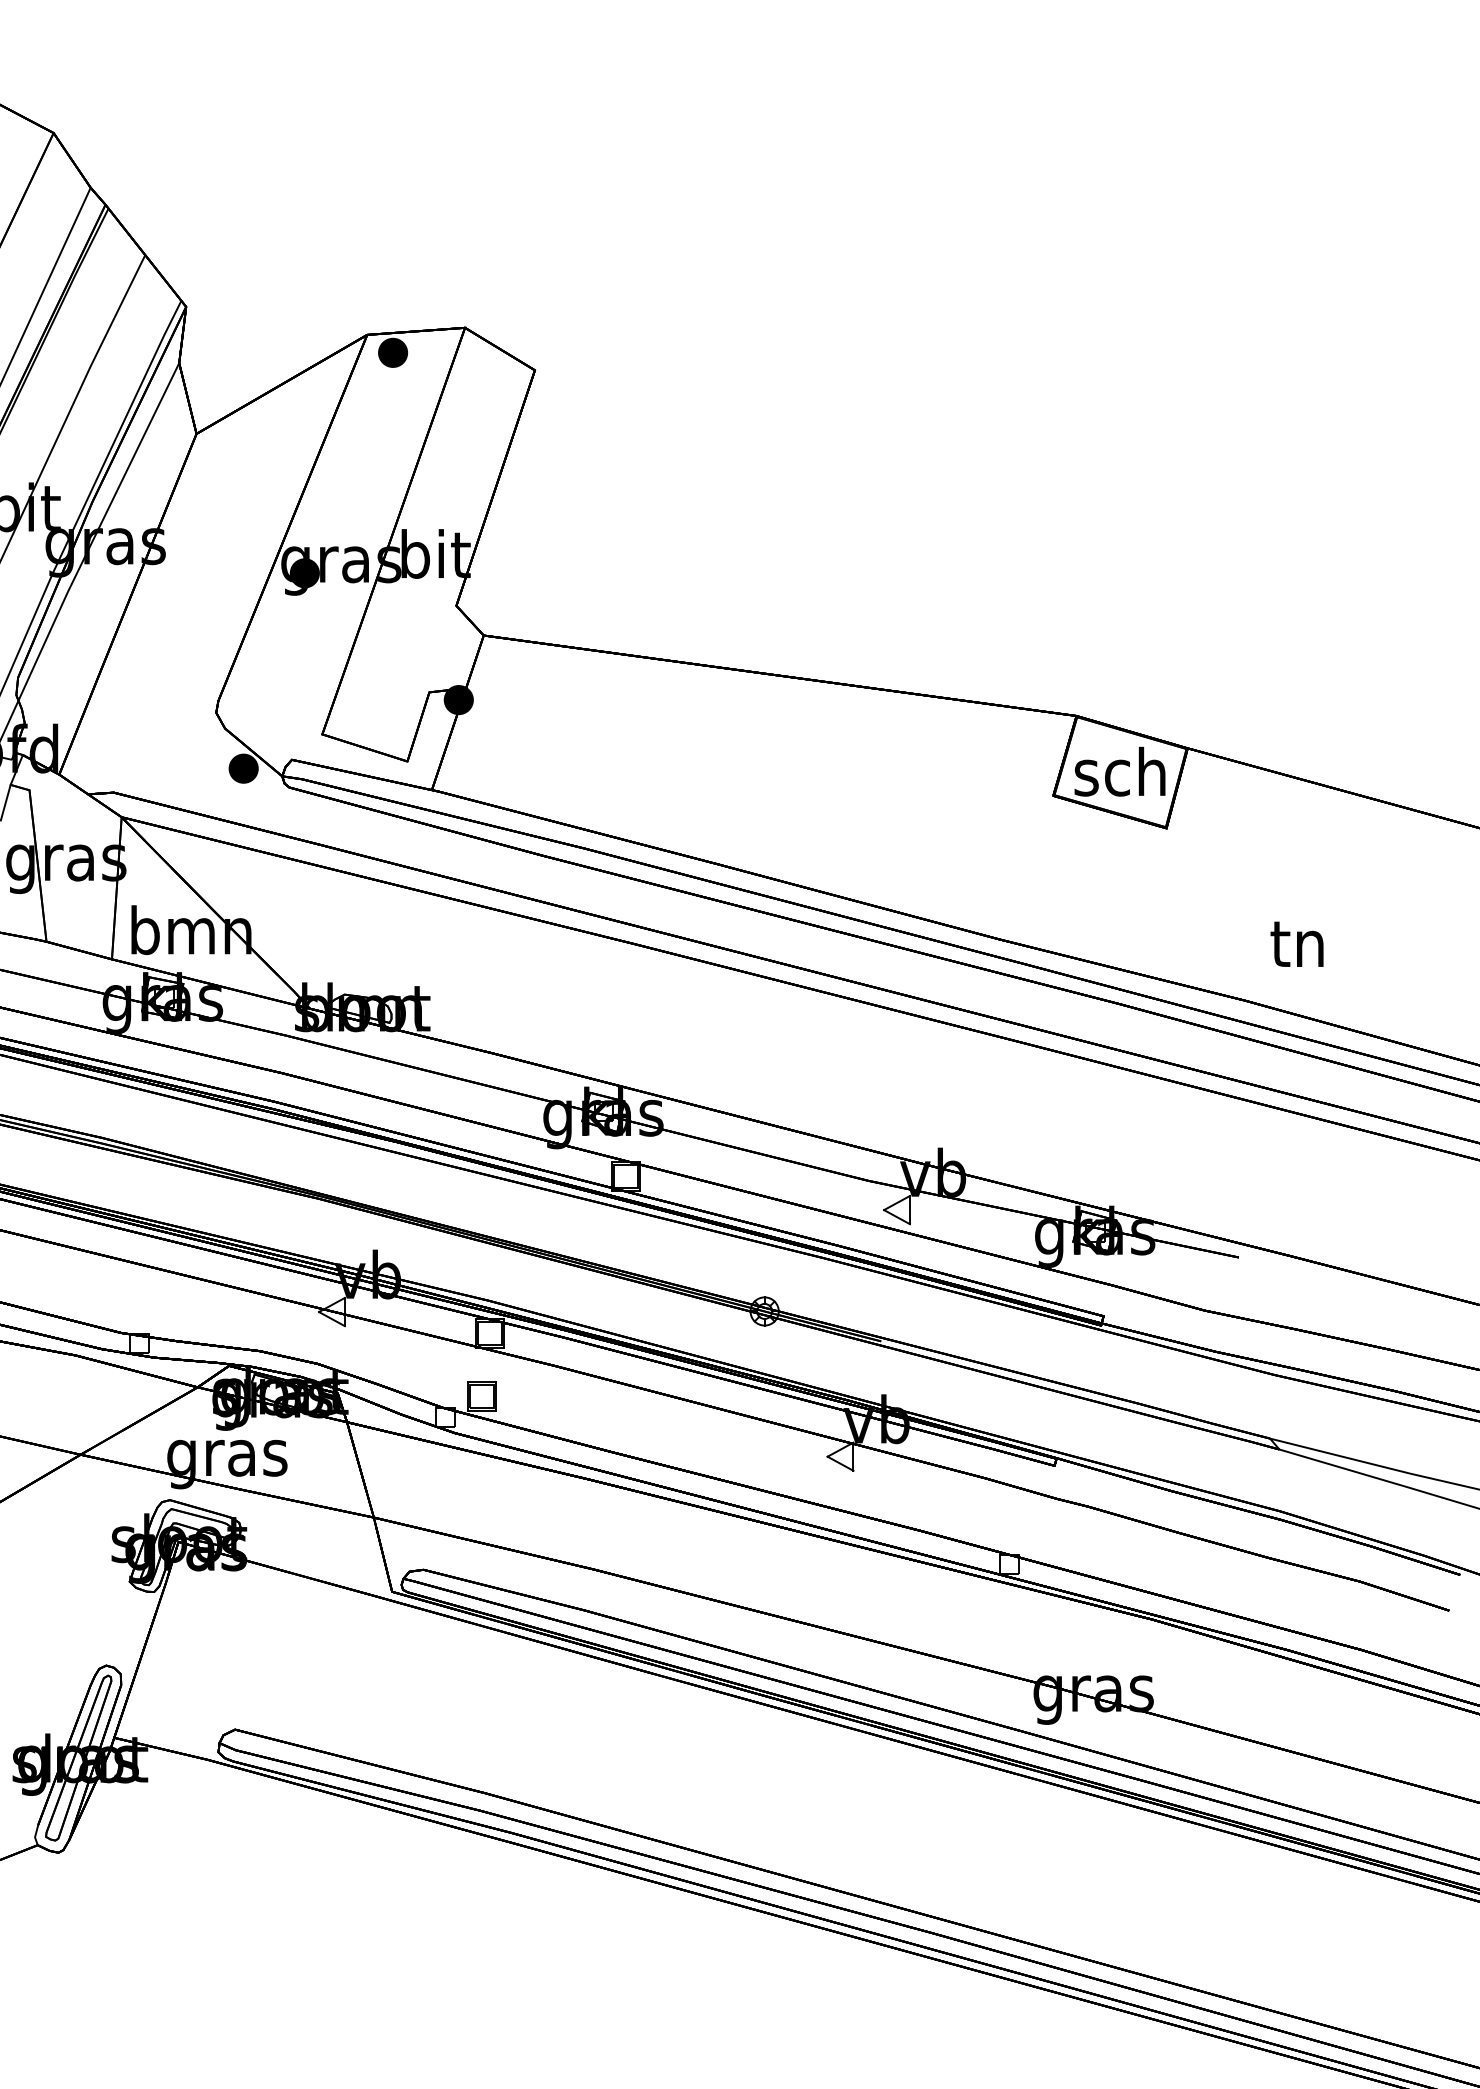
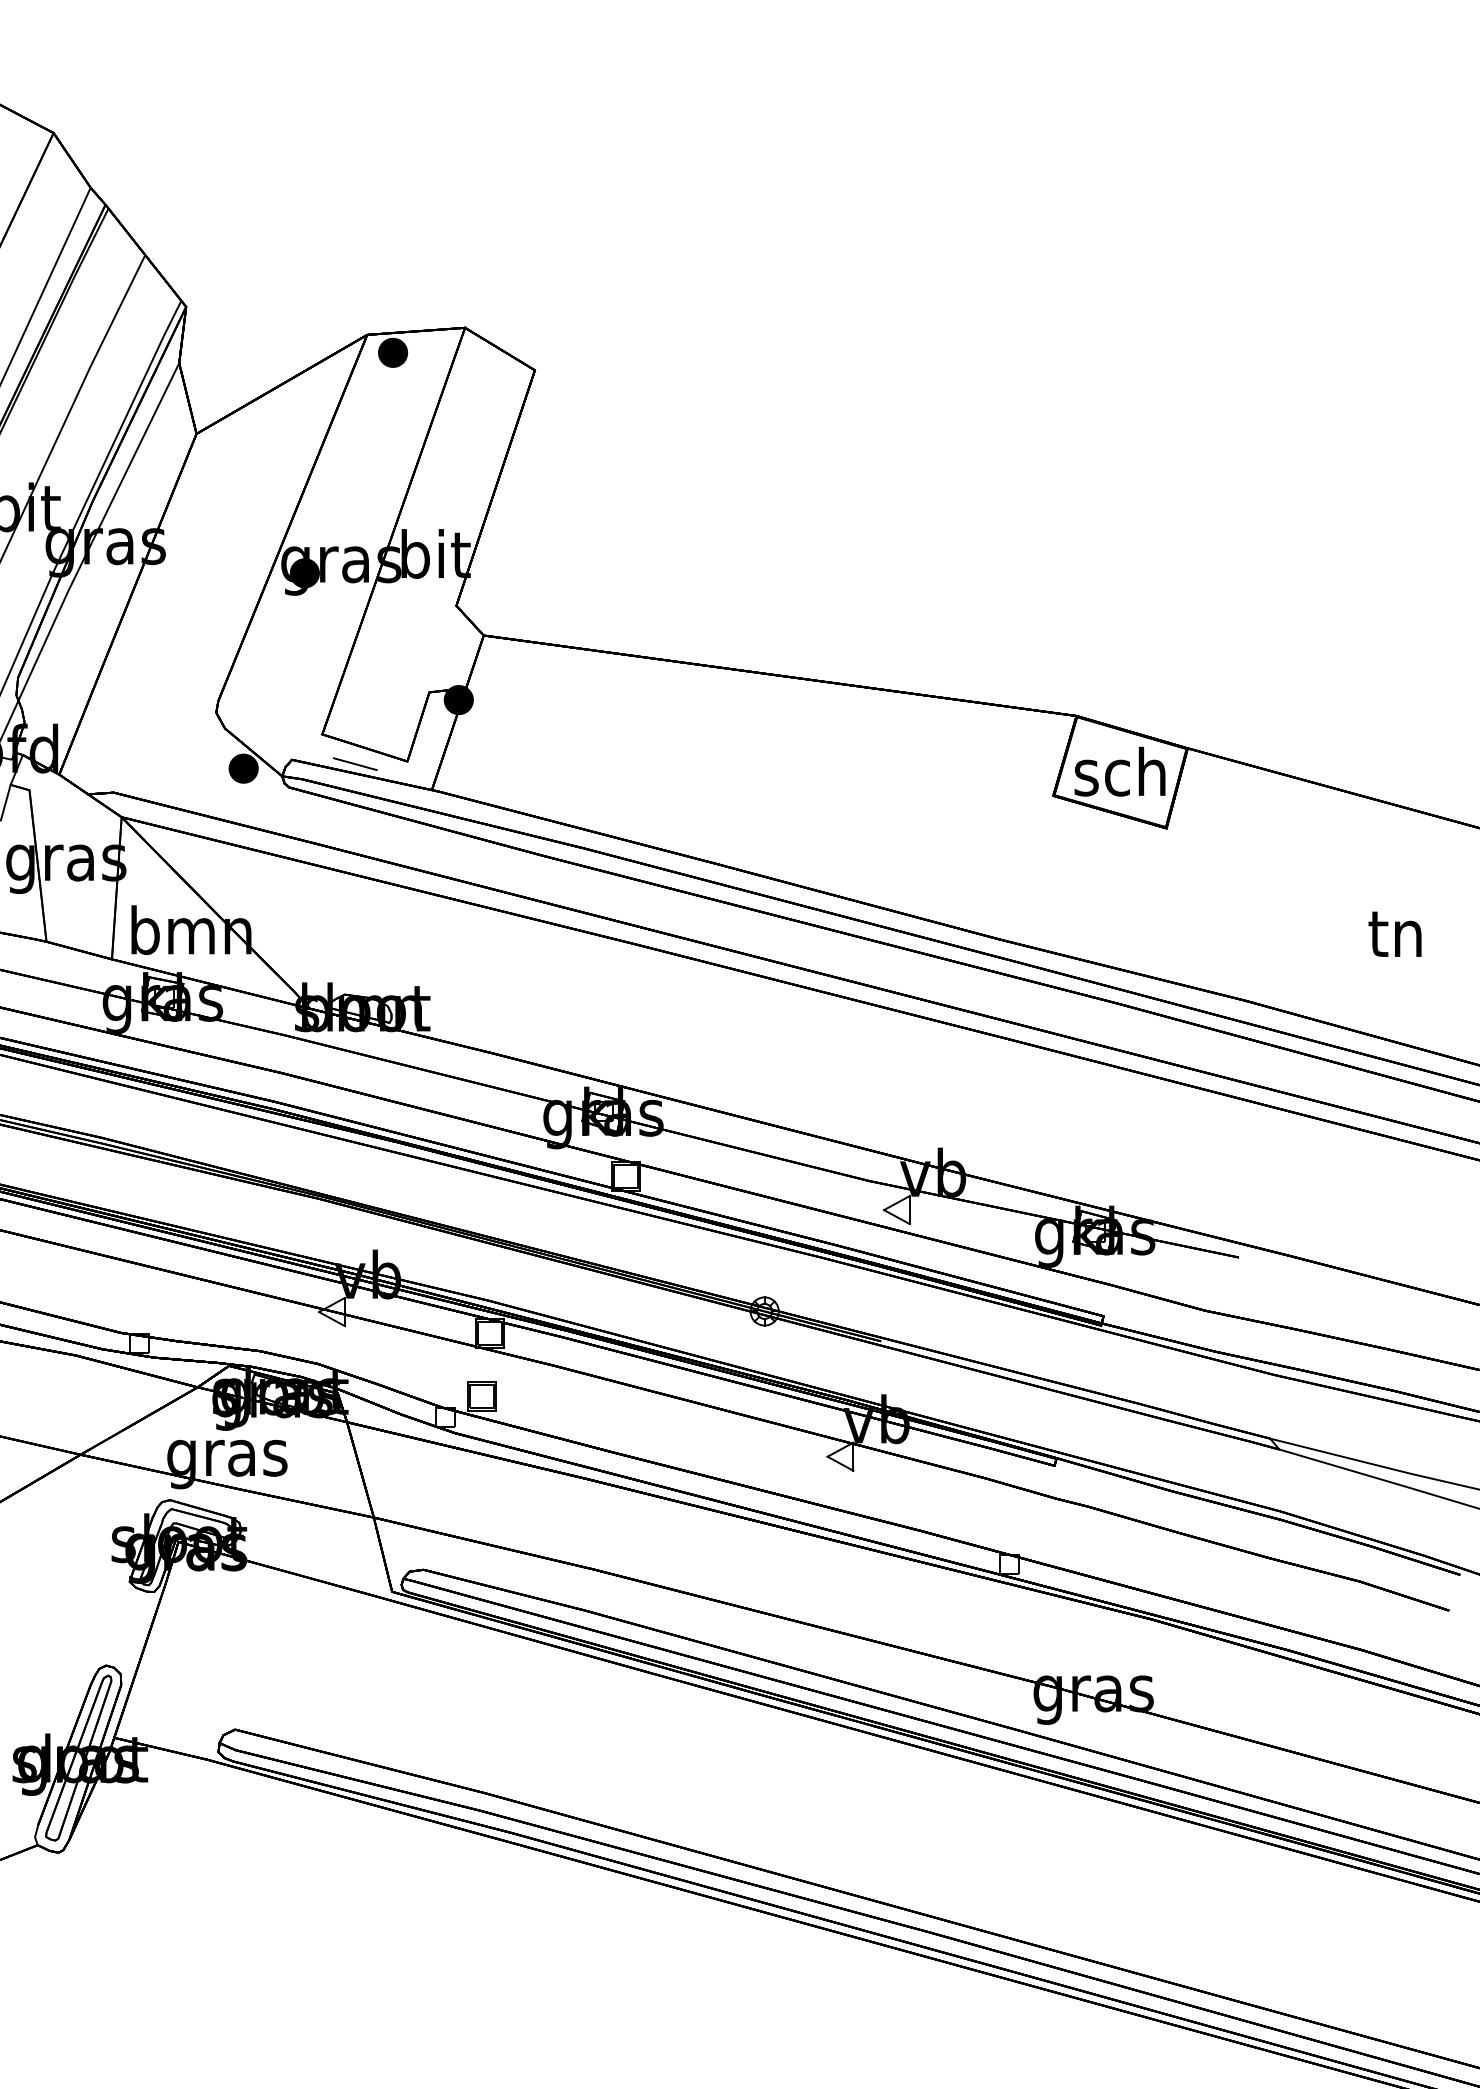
line at (355, 764): none -> present
text at (1296, 943) position: (1296, 943) -> (1394, 933)
